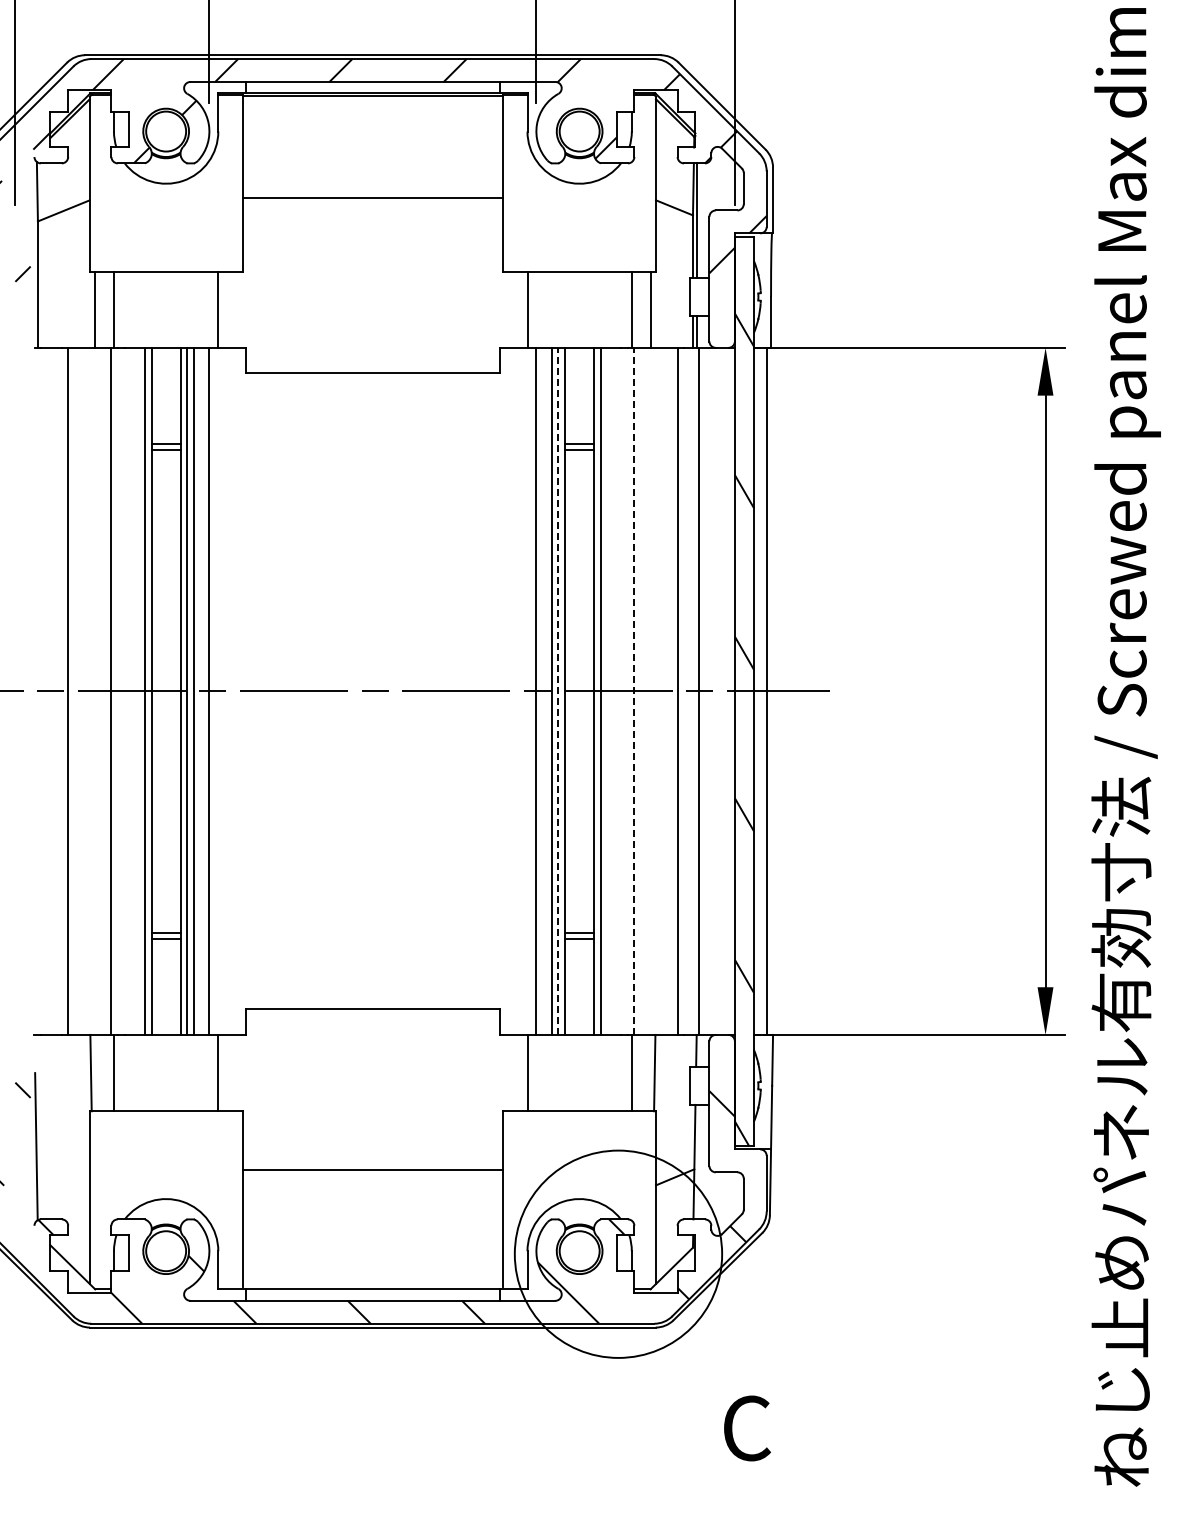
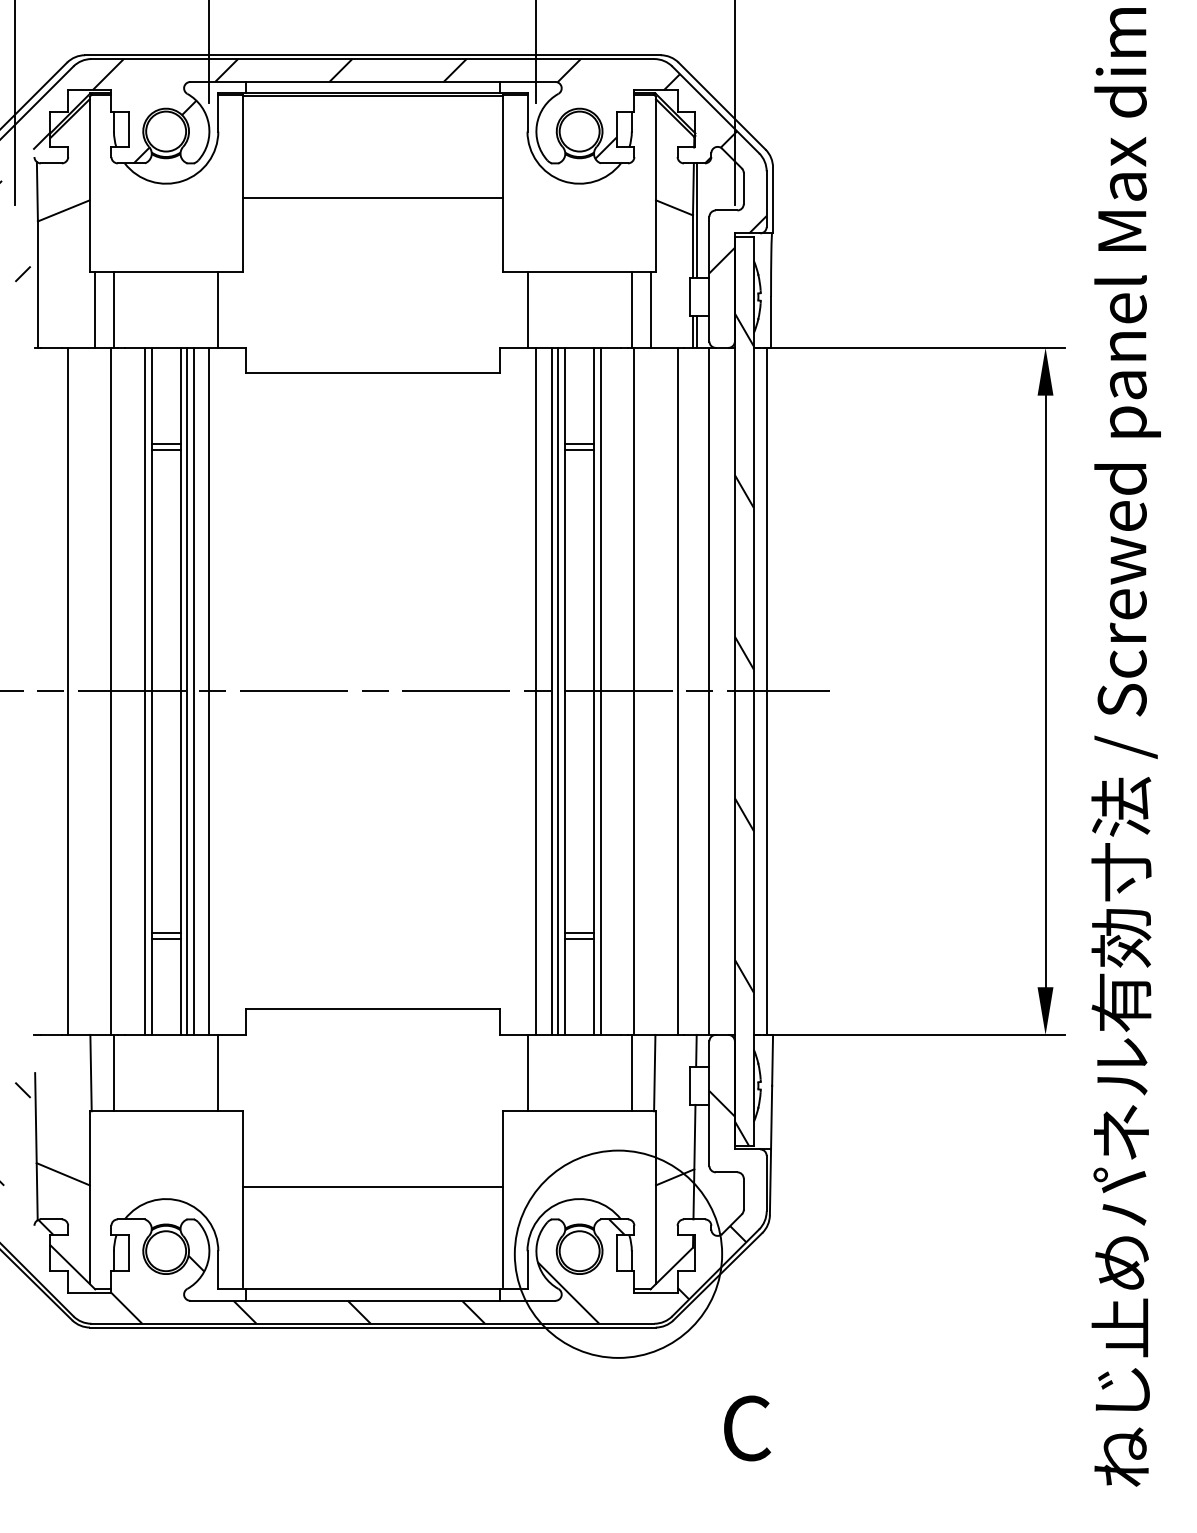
line at (699, 690) position: (699, 690) -> (709, 690)
line at (558, 691): dashed -> solid
line at (634, 691): dashed -> solid
line at (372, 1170) position: (372, 1170) -> (372, 1187)
line at (62, 1174): none -> present
